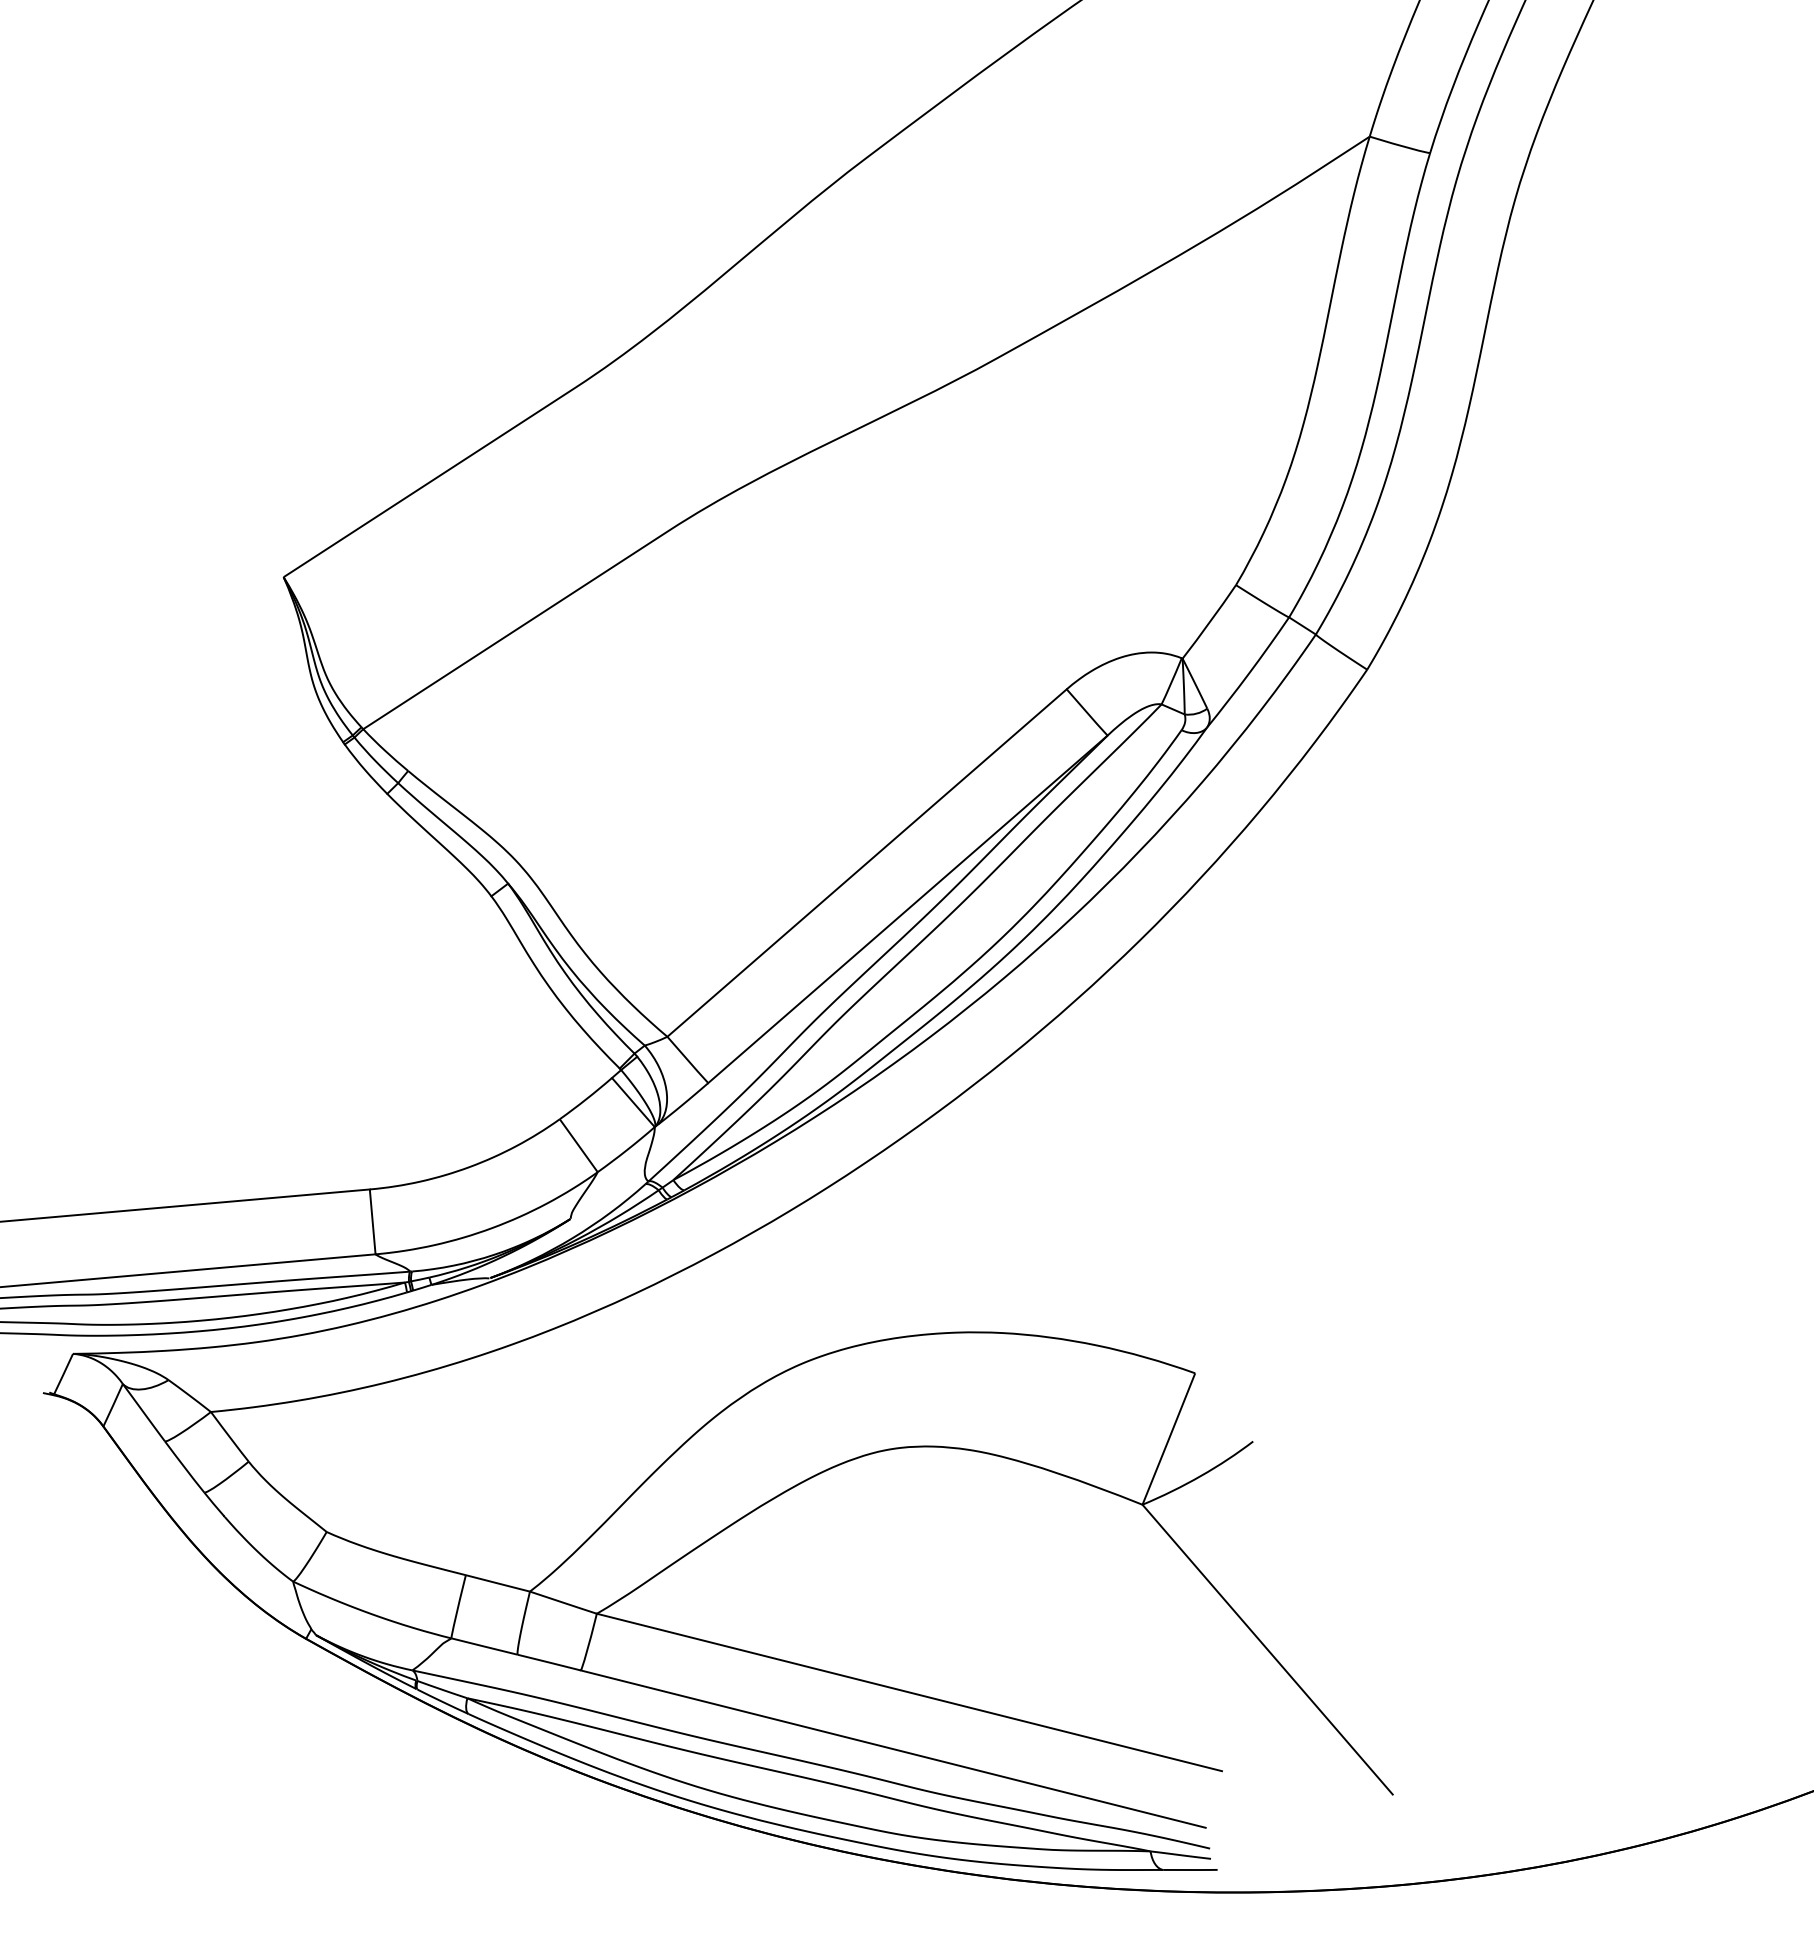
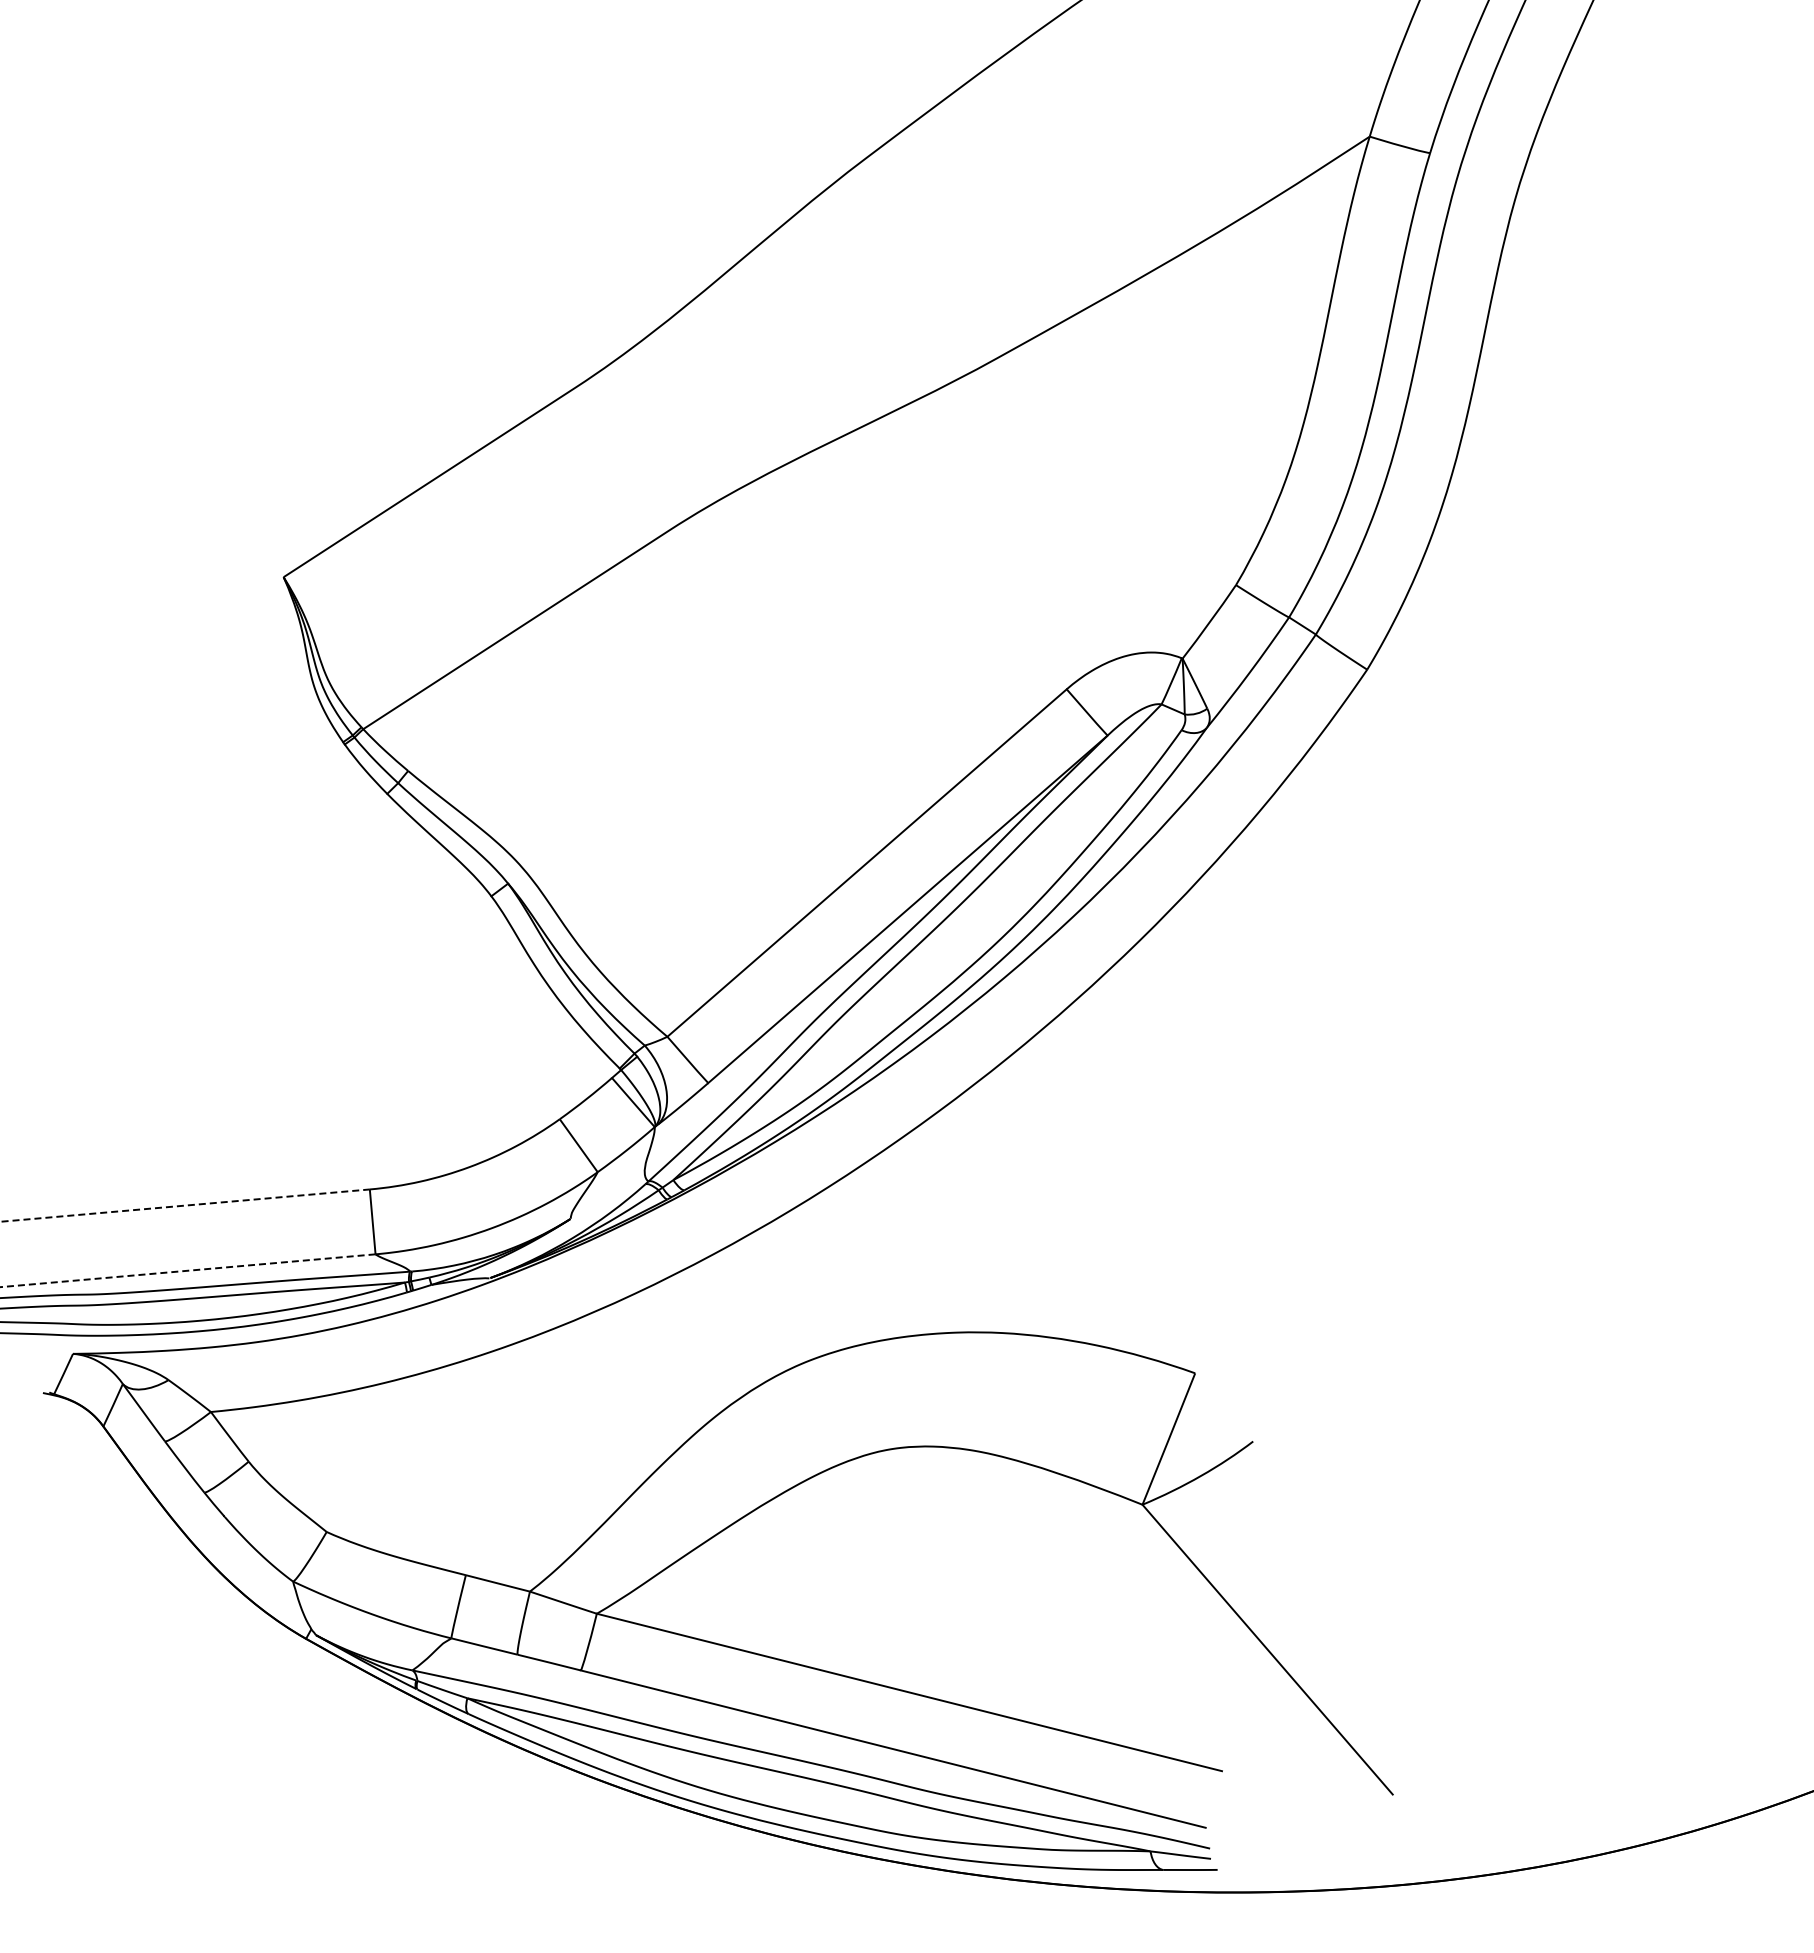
line at (185, 1205): solid -> dashed
line at (187, 1270): solid -> dashed
